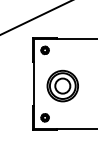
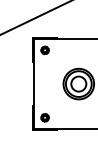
part at (62, 85) position: (62, 85) -> (78, 83)
